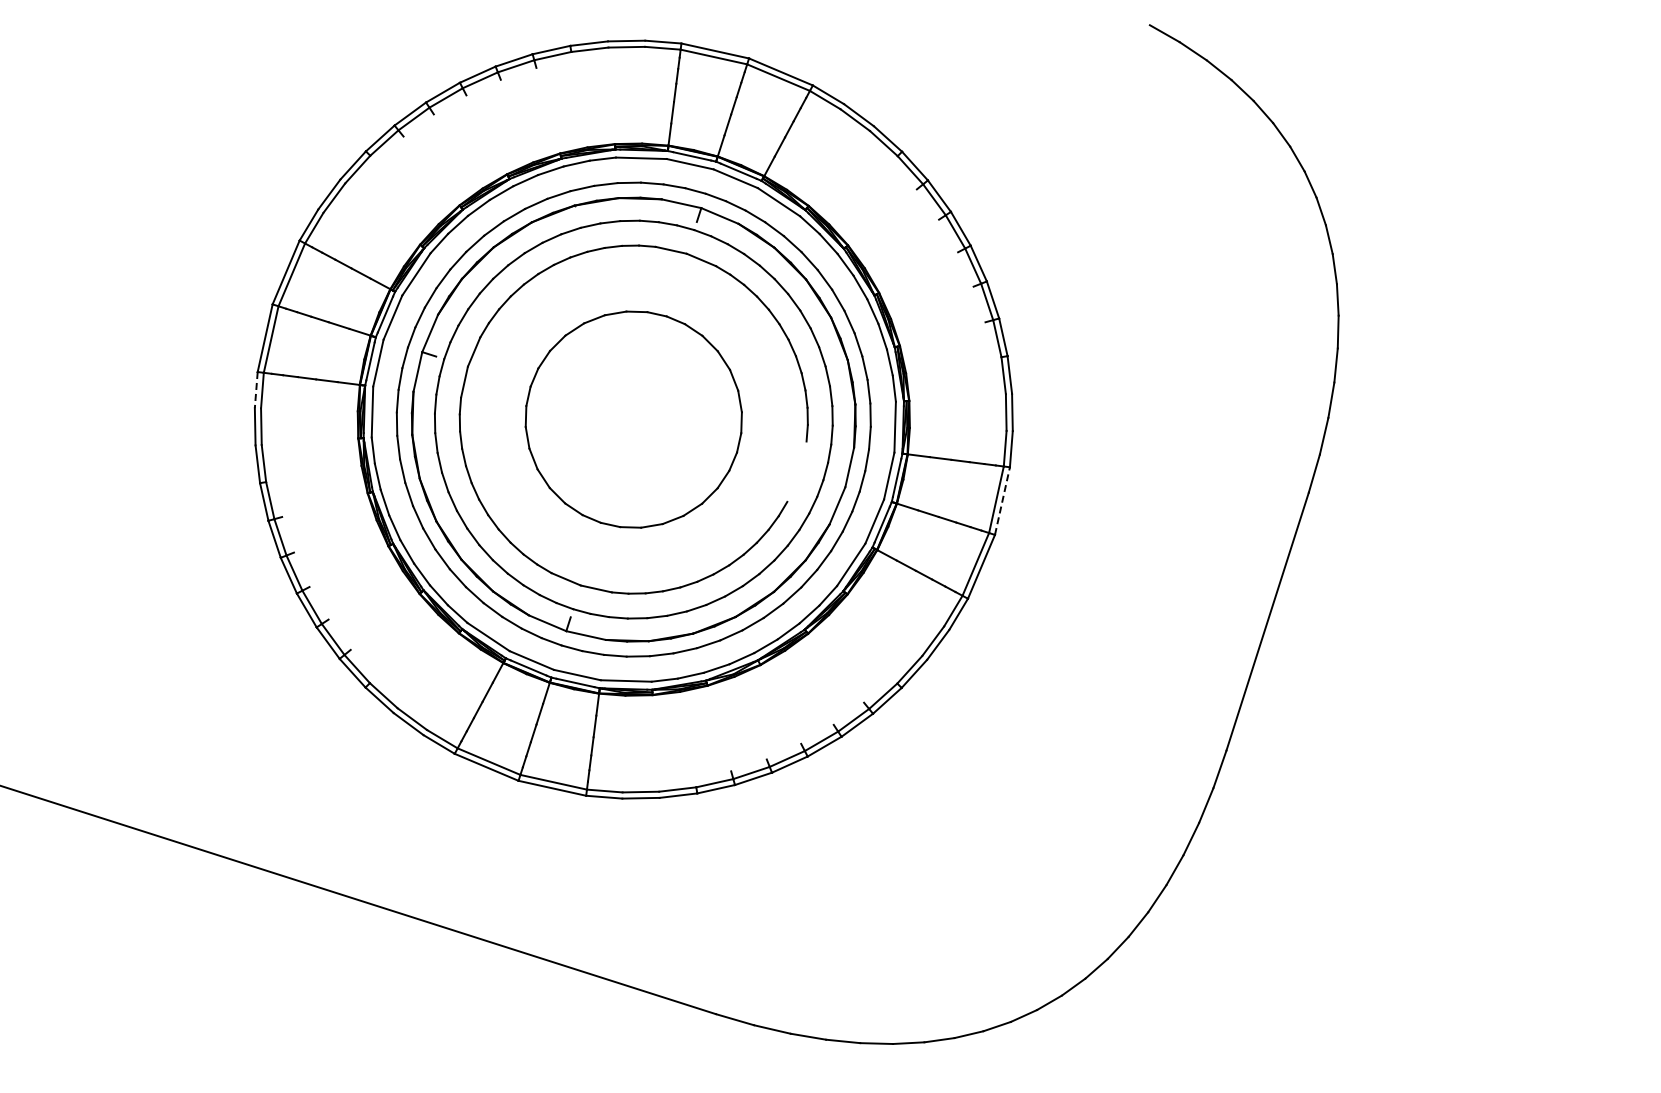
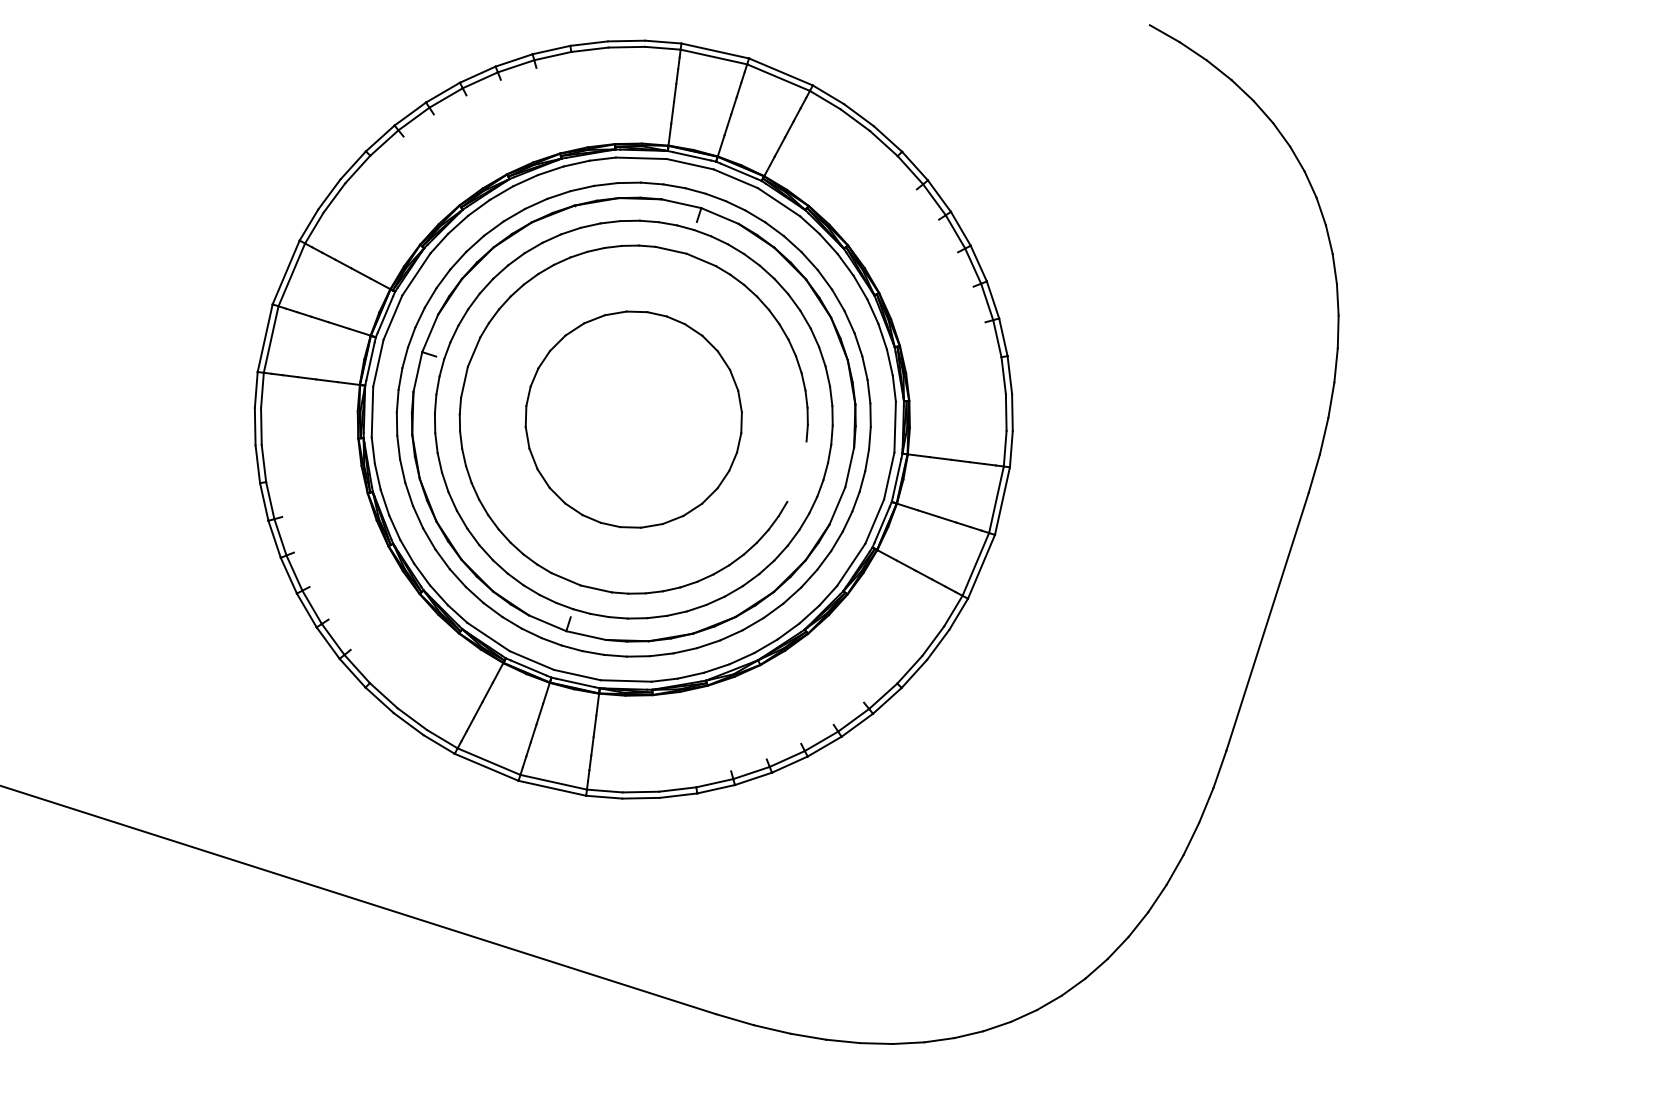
line at (256, 390): dashed -> solid
line at (1002, 501): dashed -> solid
